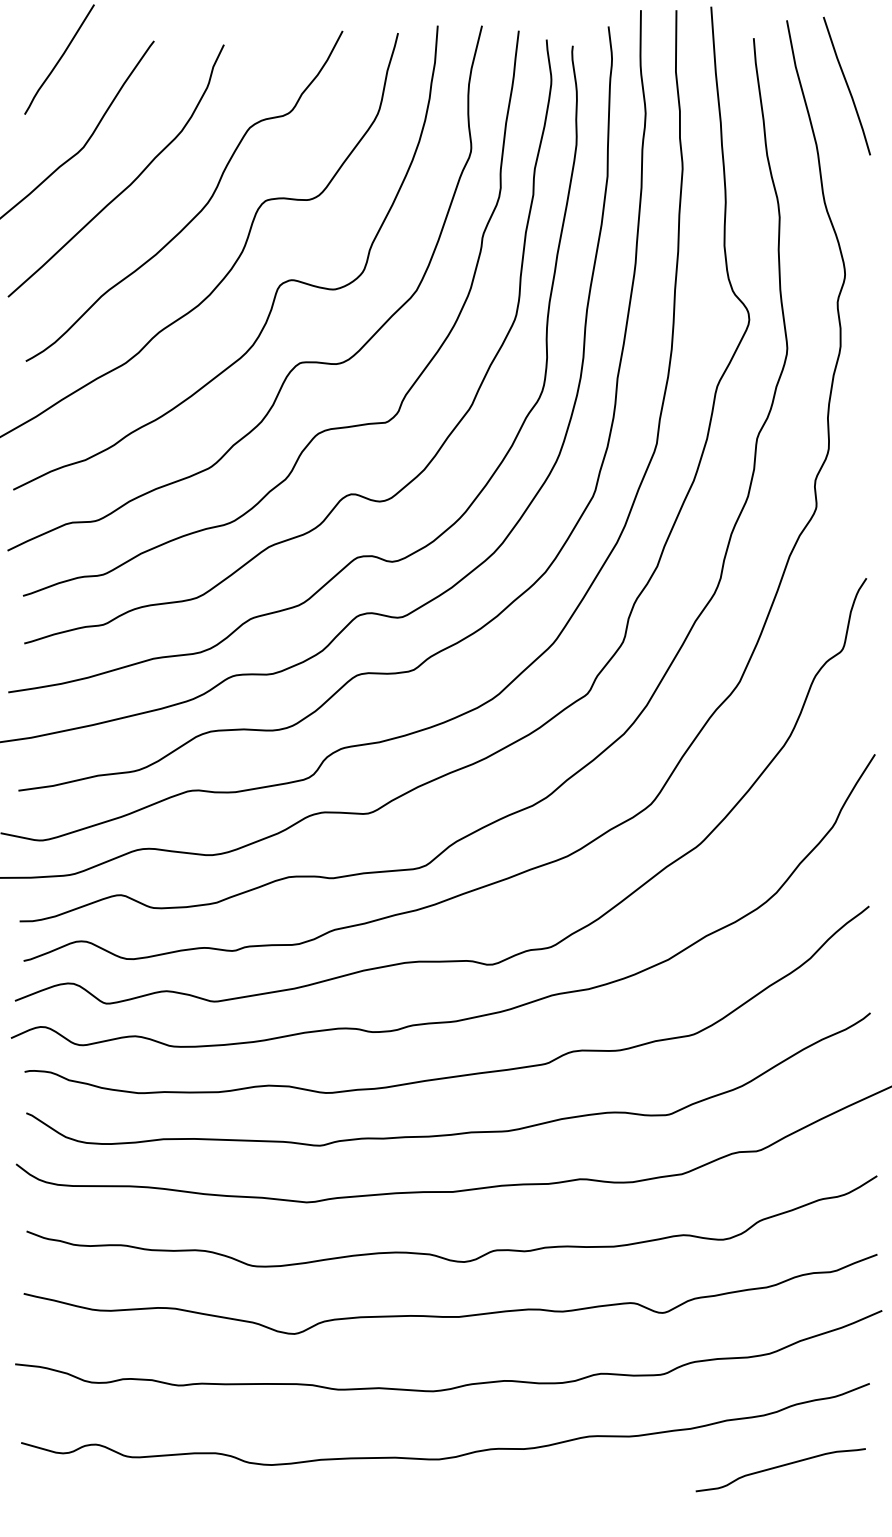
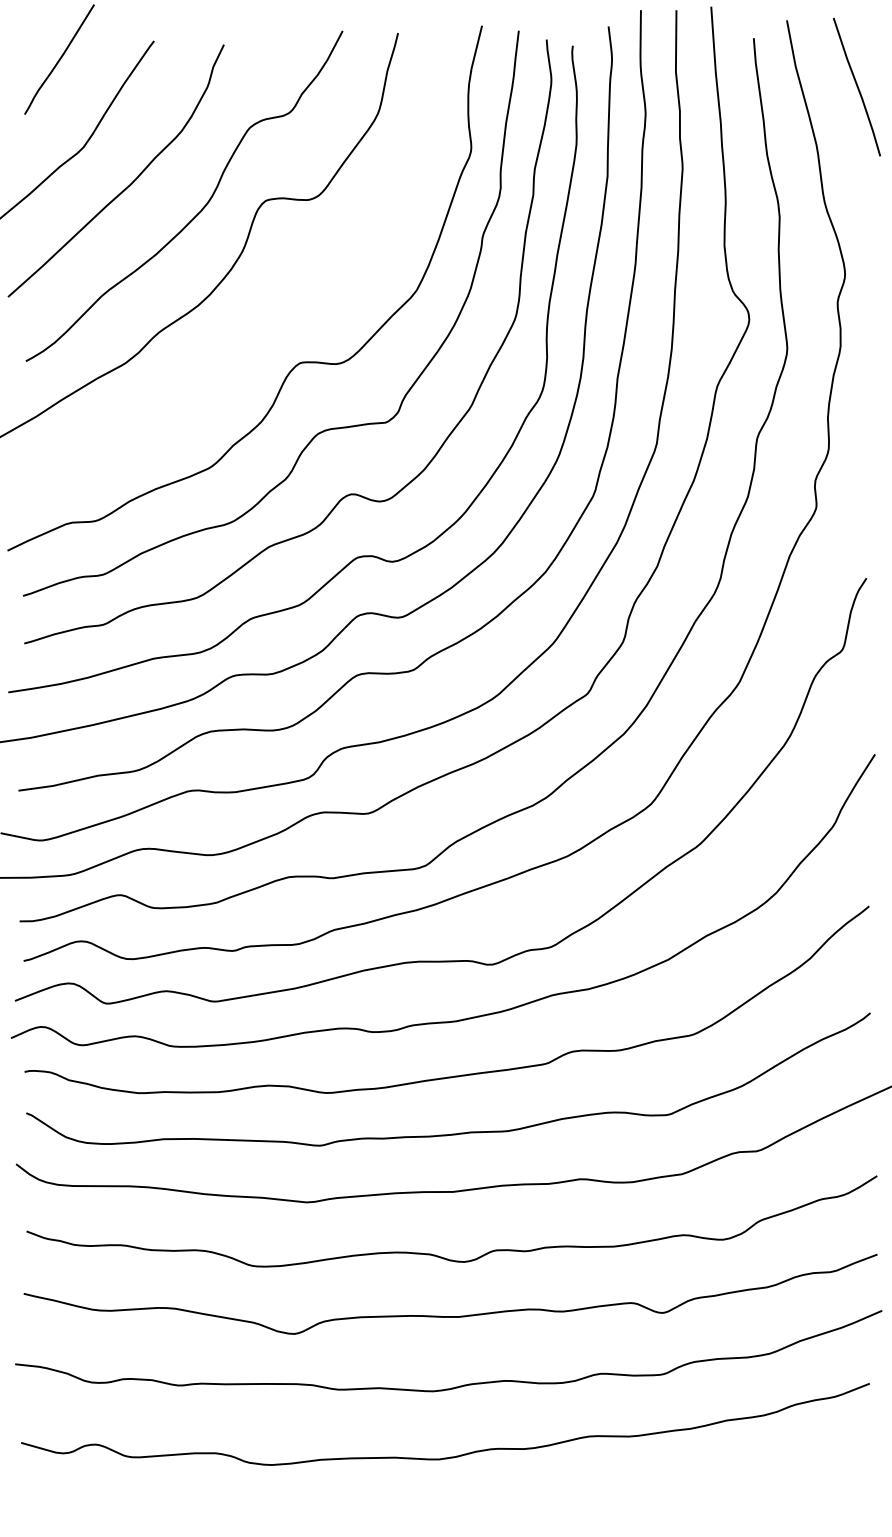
line at (846, 85) position: (846, 85) -> (856, 86)
curve at (277, 287): present -> none
curve at (780, 1467): present -> none
